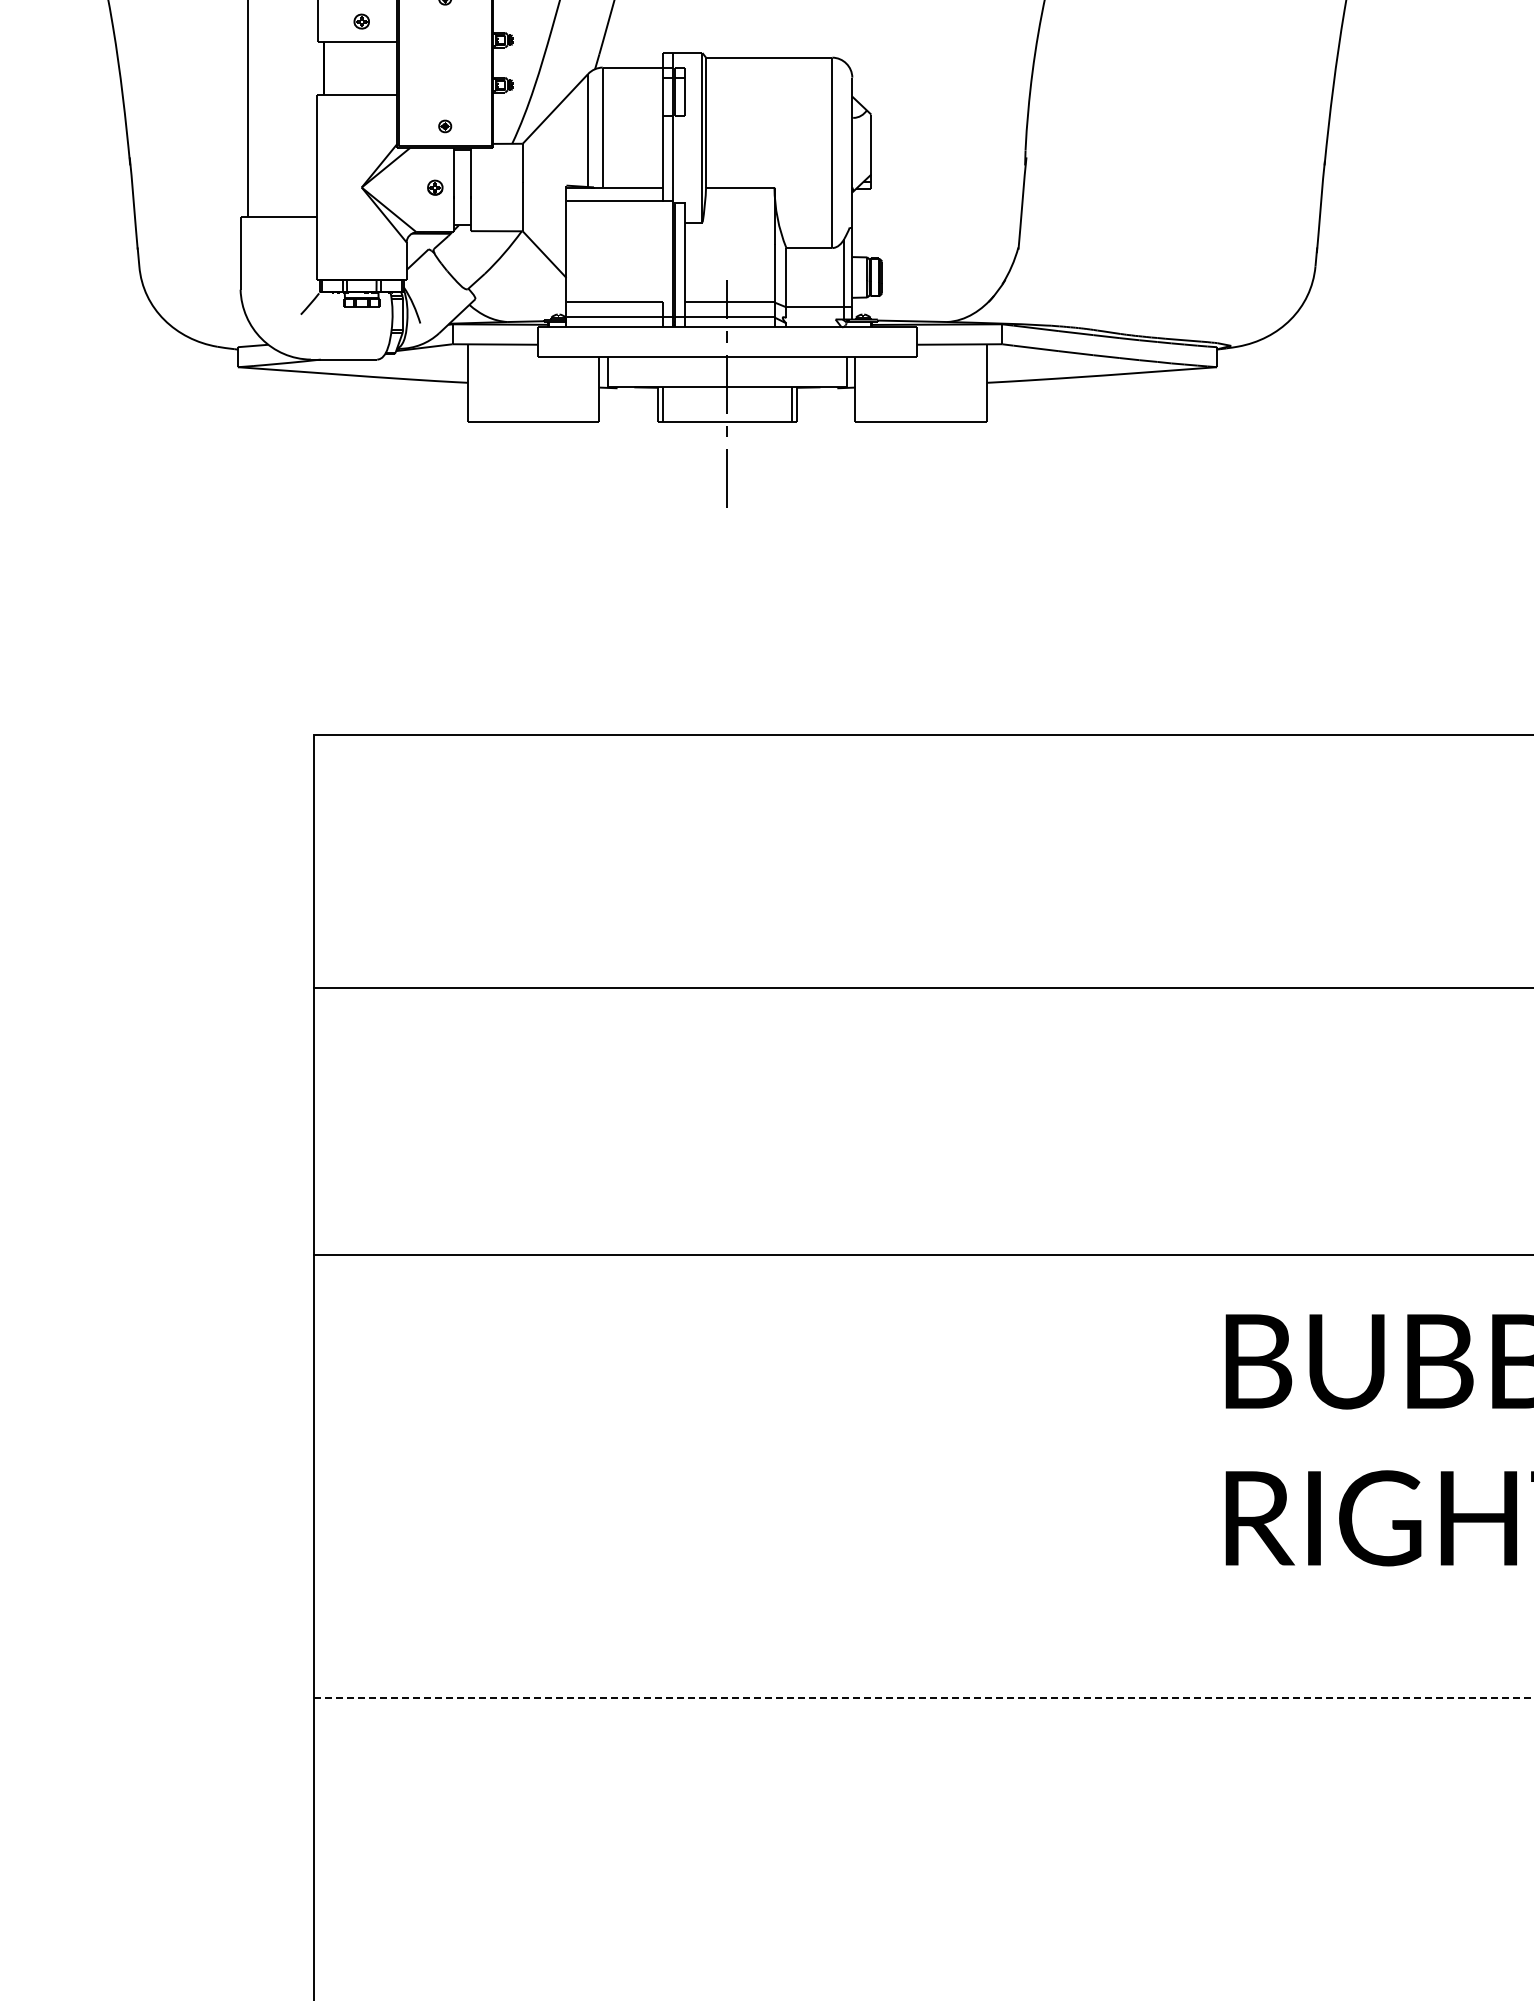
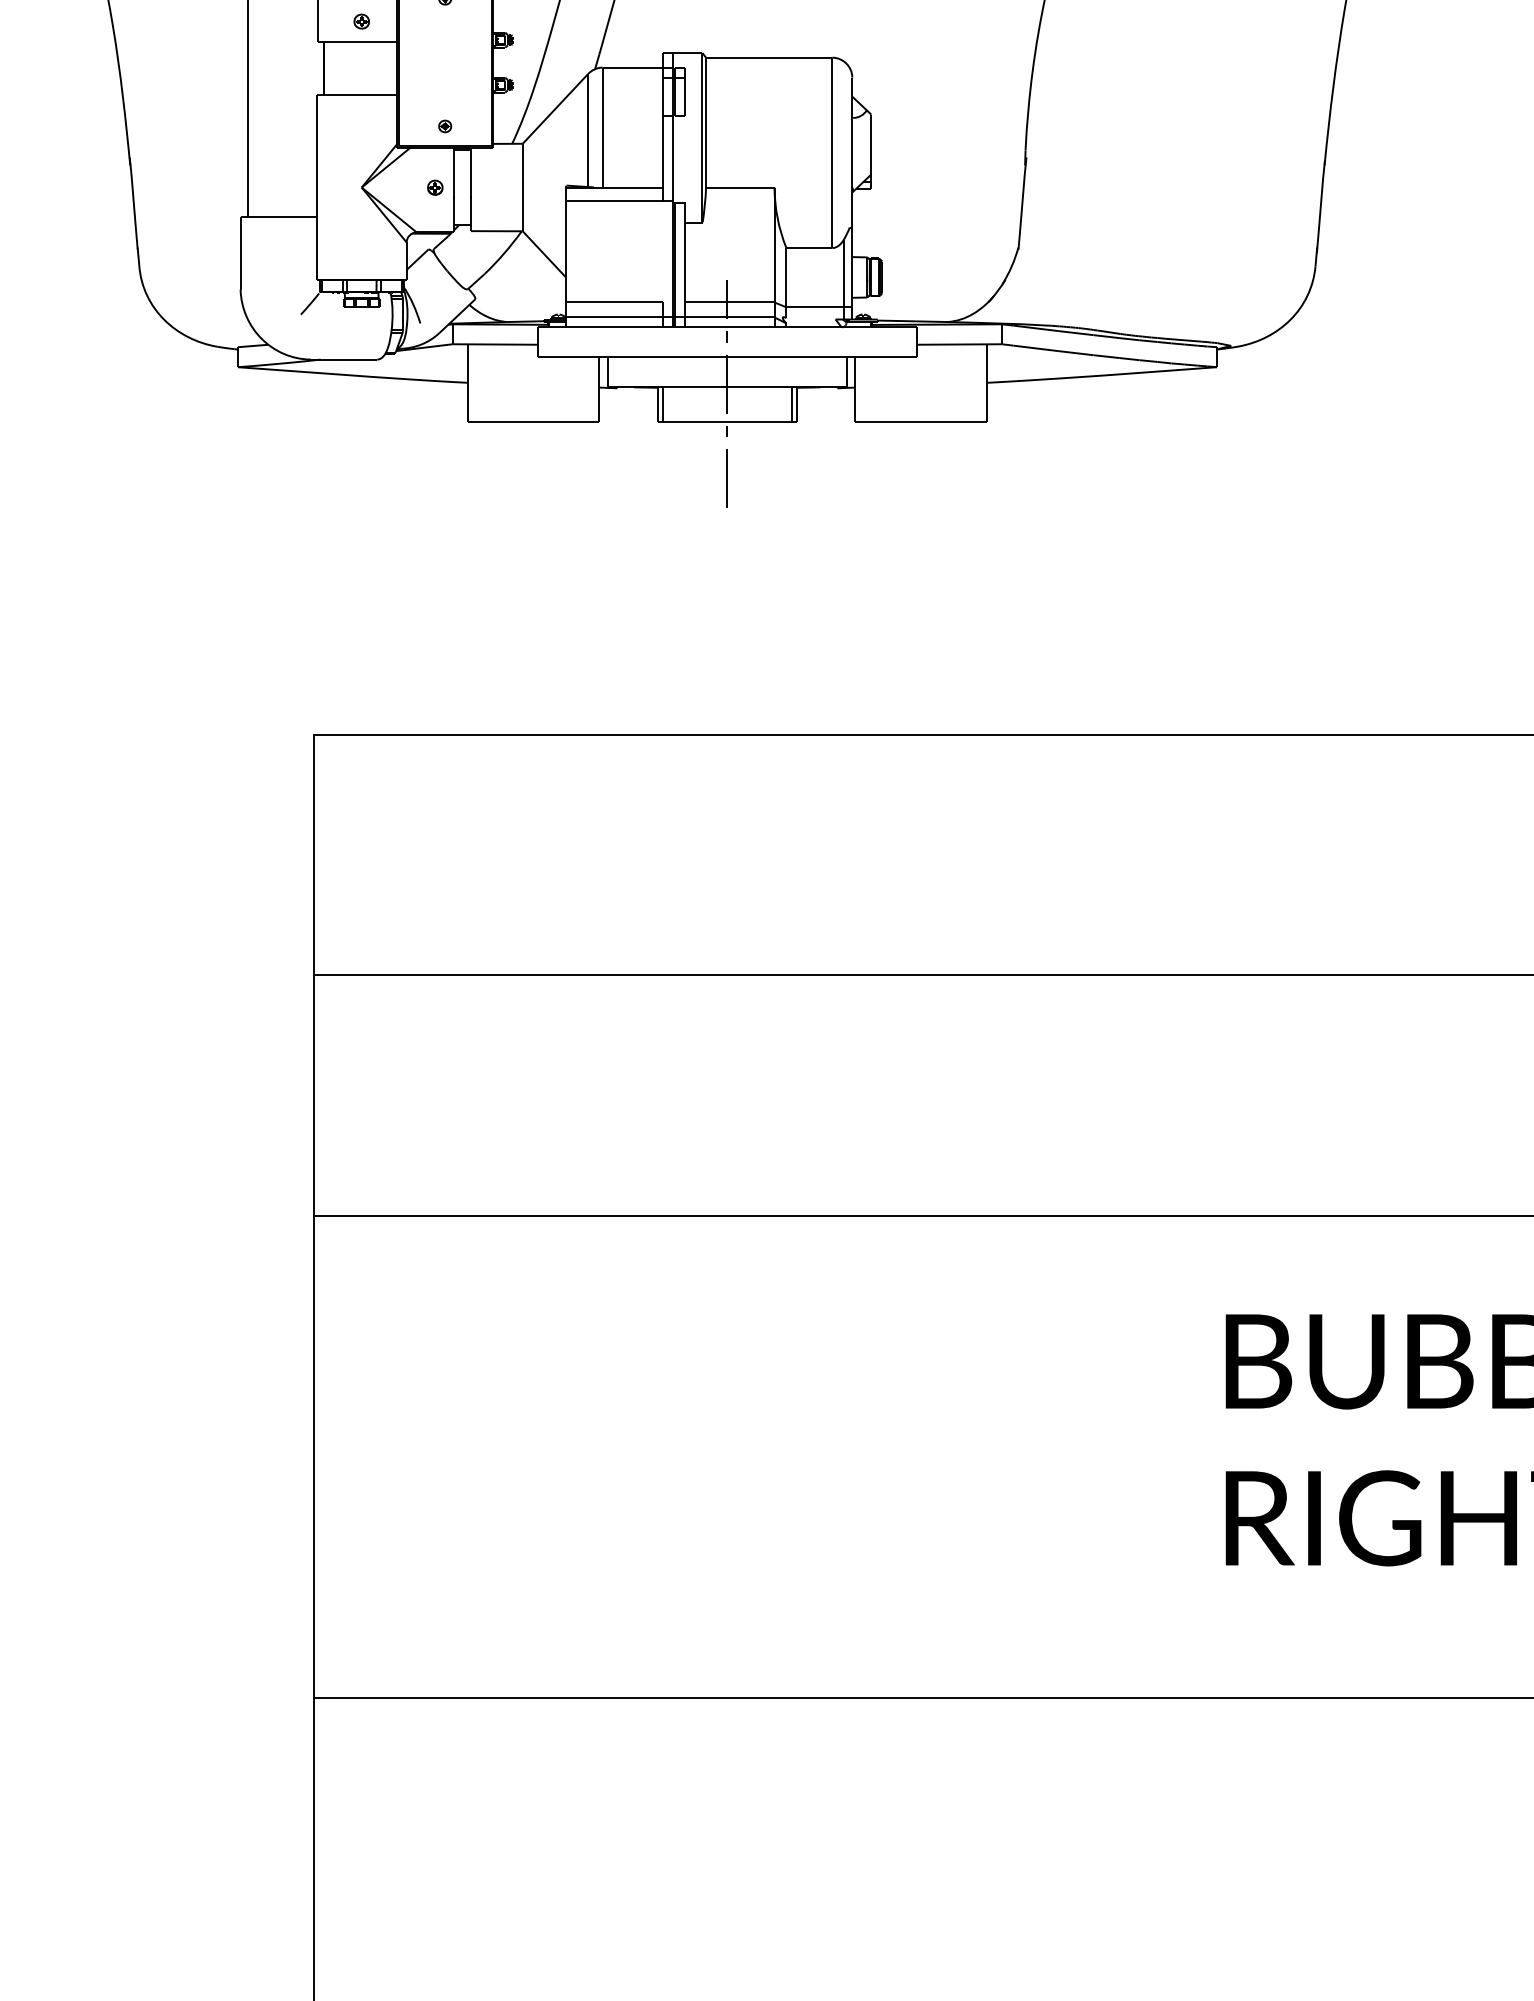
line at (922, 988) position: (922, 988) -> (922, 975)
line at (922, 1255) position: (922, 1255) -> (922, 1216)
line at (924, 1697): dashed -> solid
